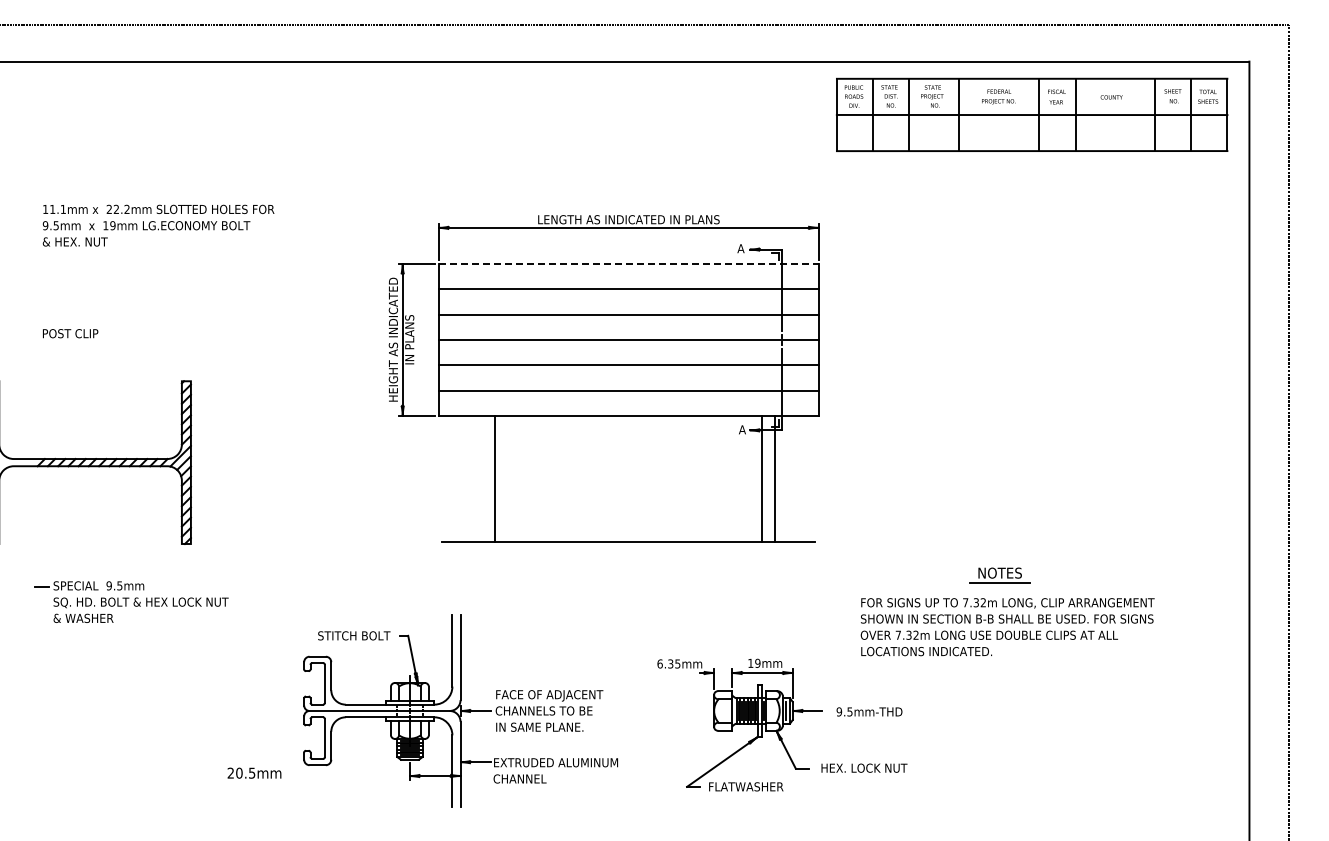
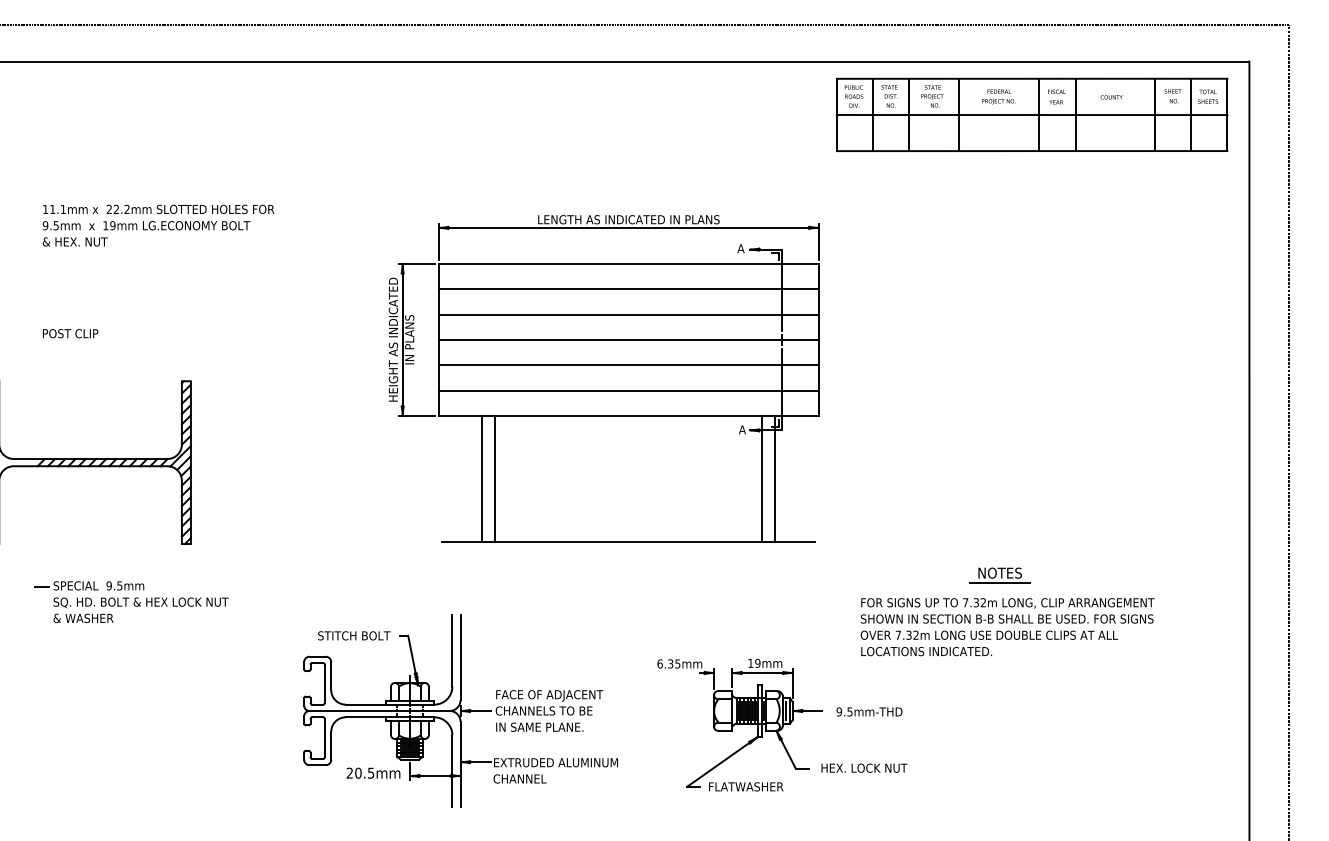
line at (628, 264): dashed -> solid
line at (482, 478): none -> present
text at (254, 772) position: (254, 772) -> (373, 772)
